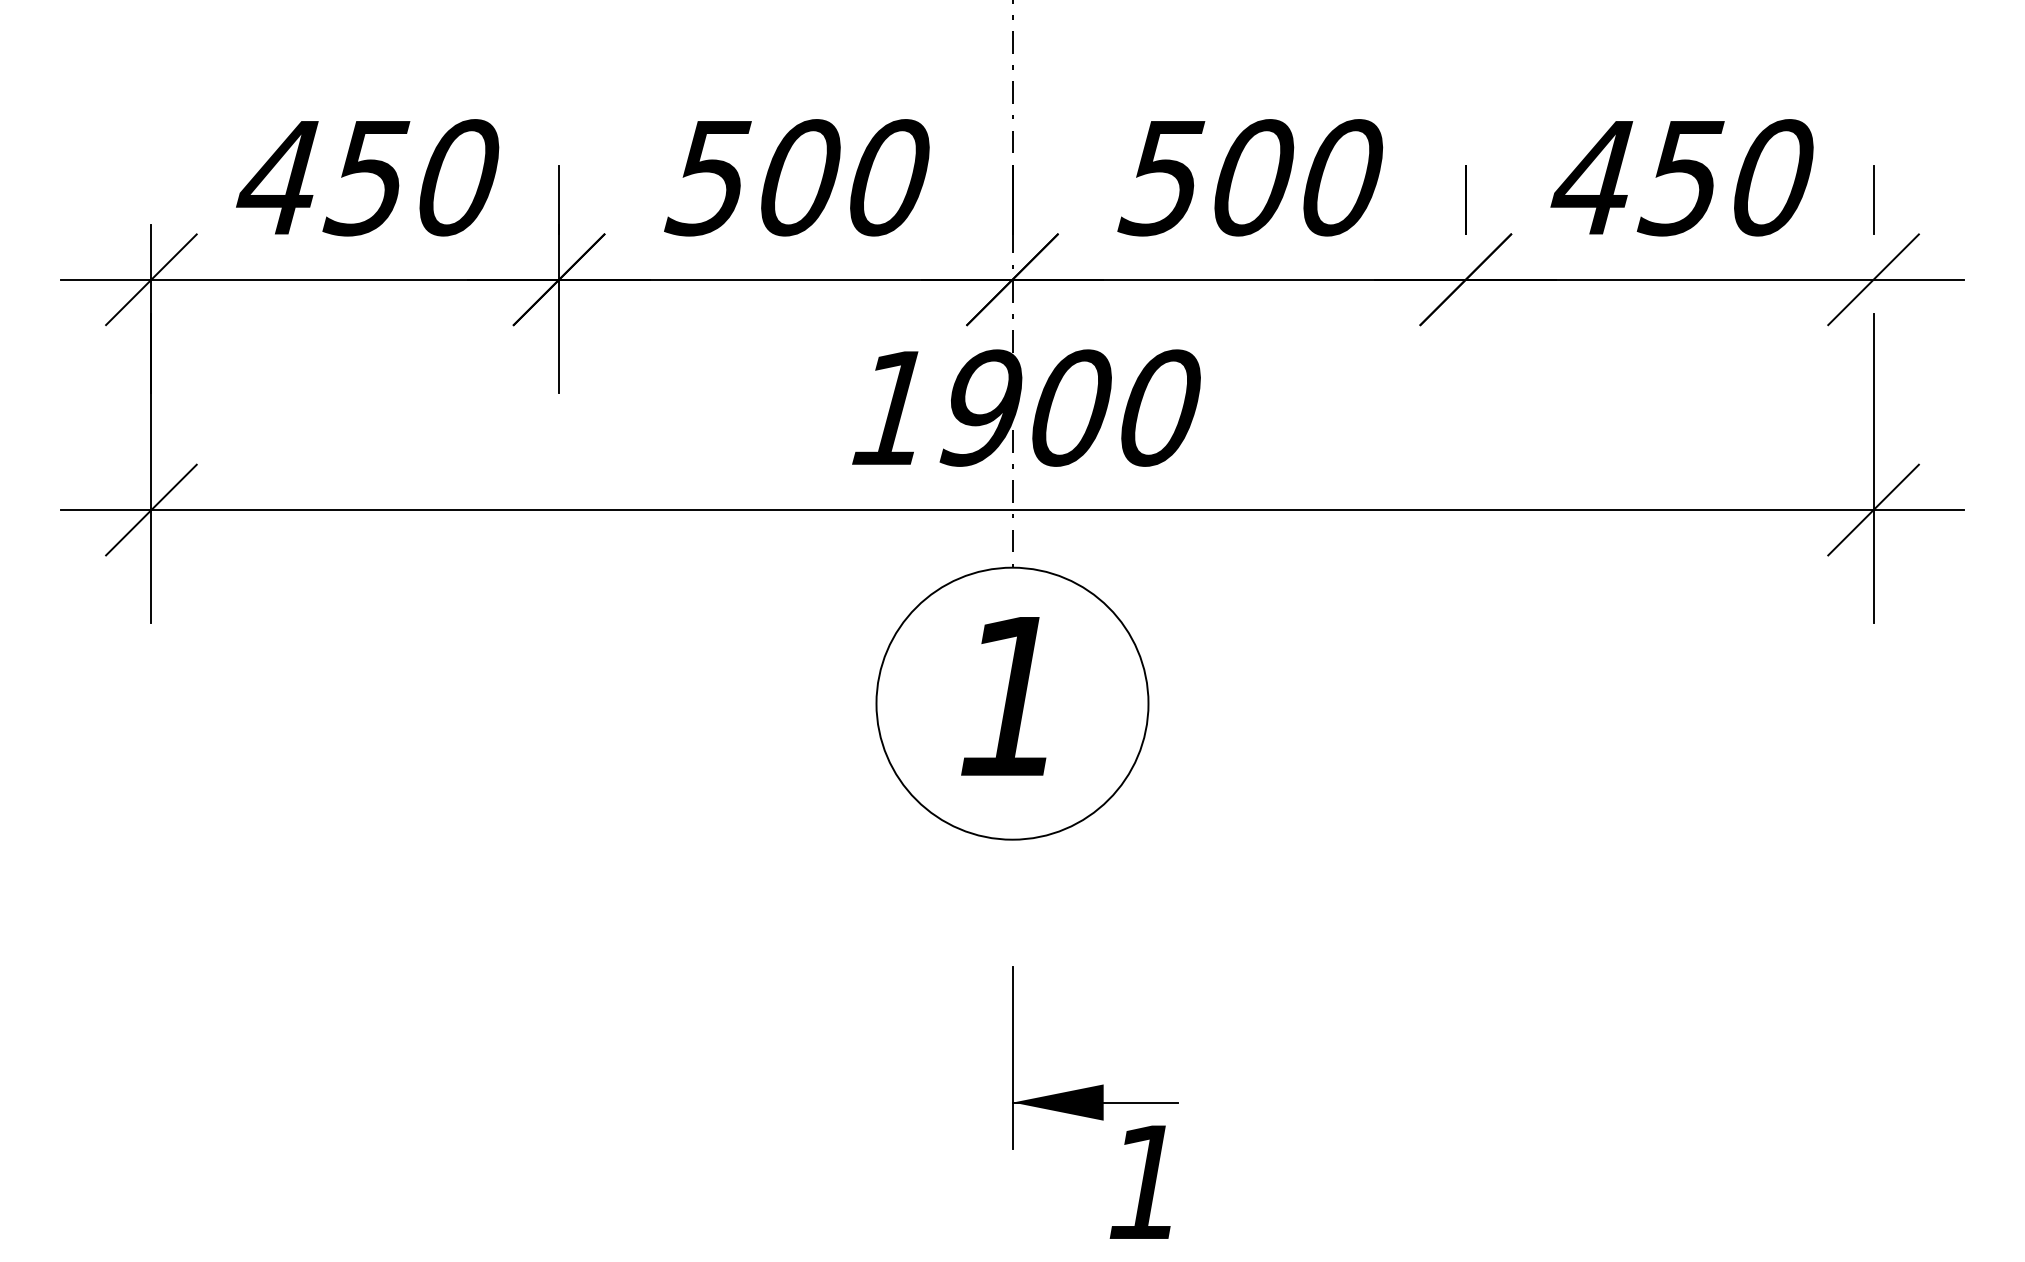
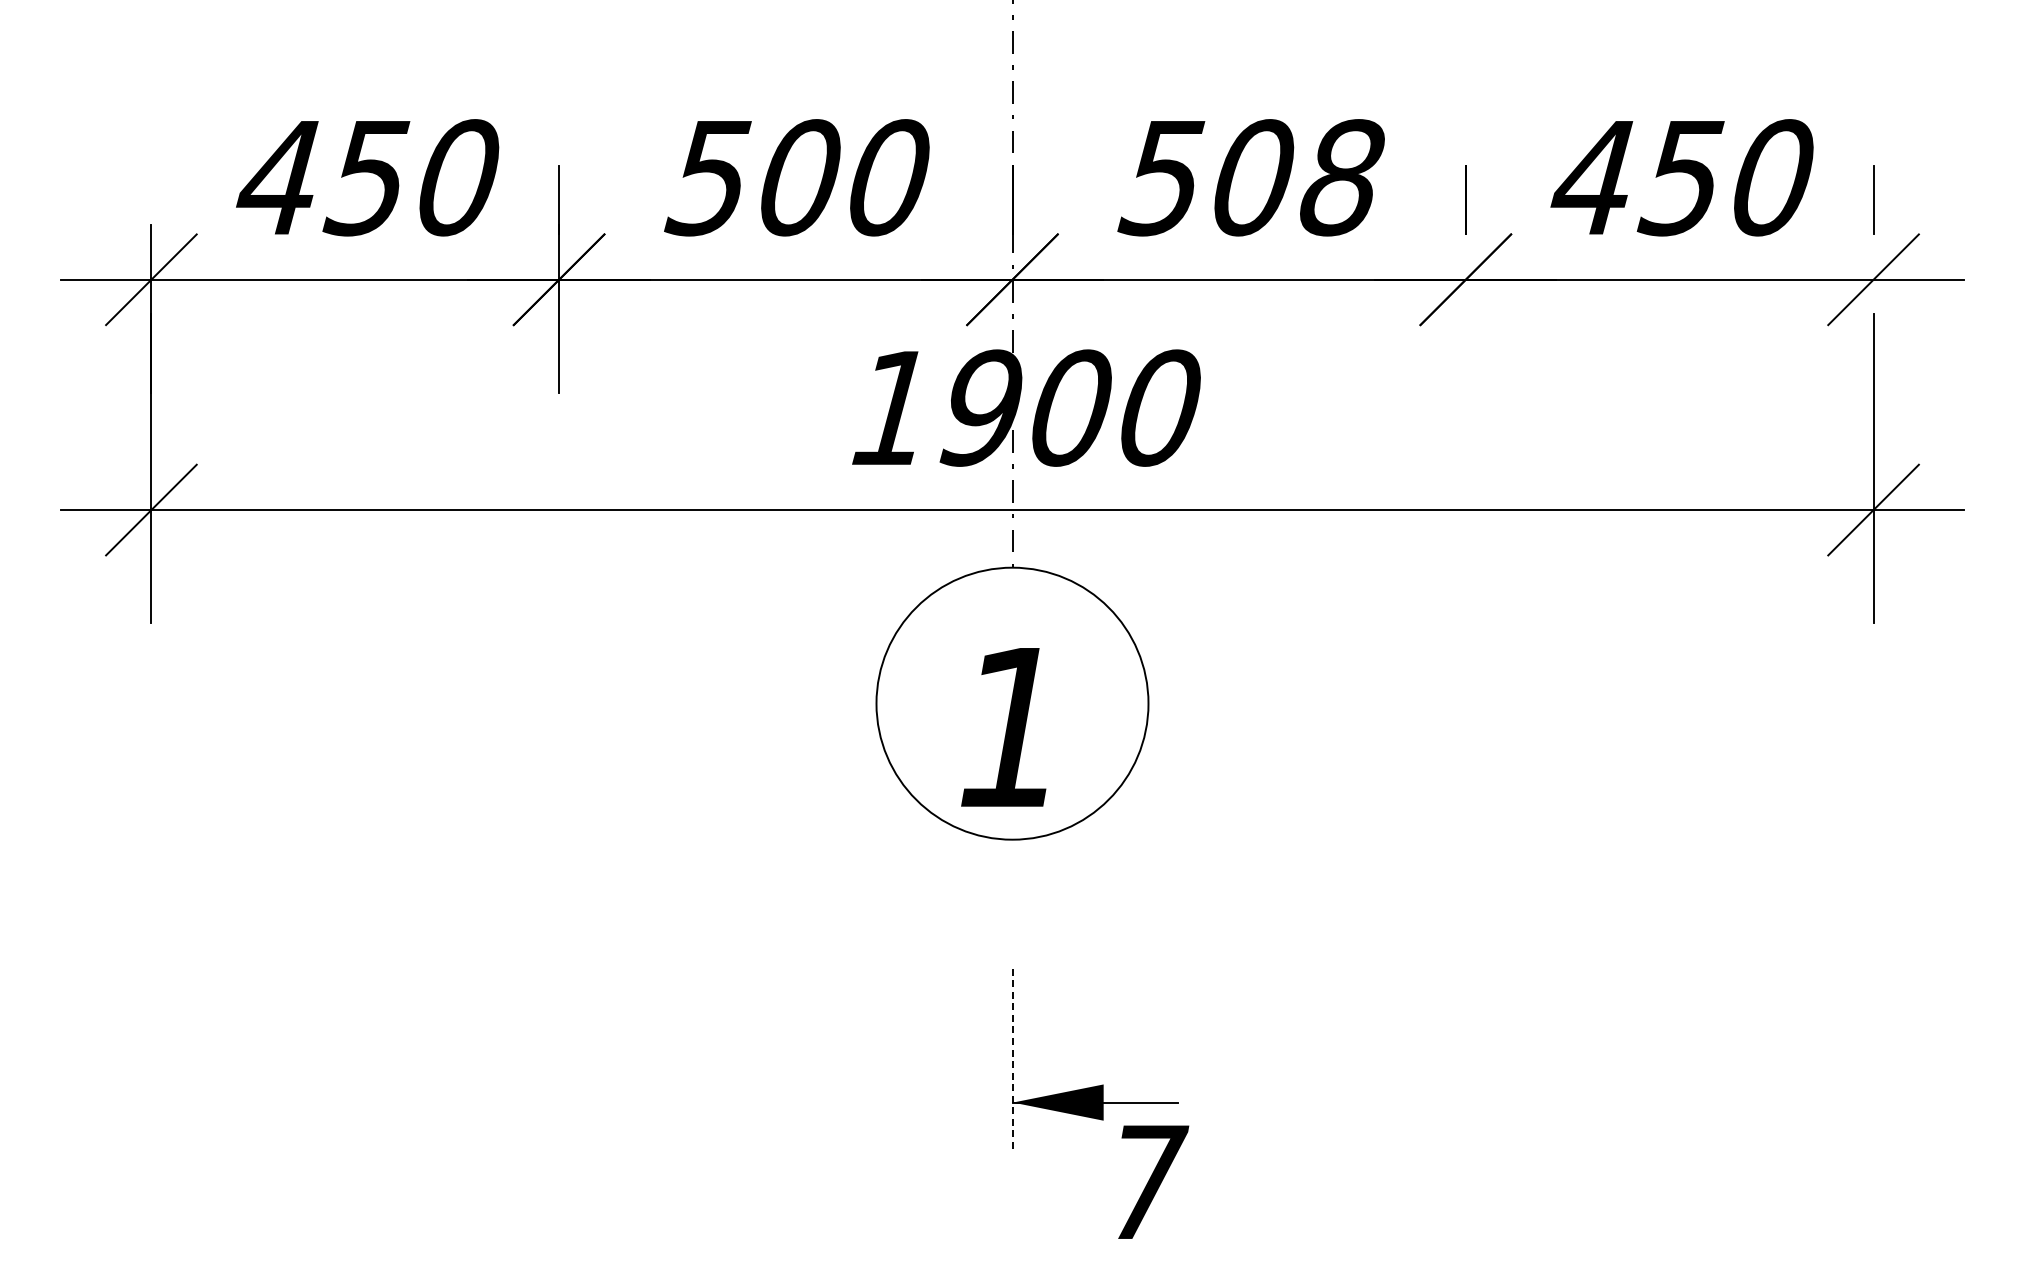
text at (1342, 177): 500 -> 508
text at (1003, 696) position: (1003, 696) -> (1003, 727)
line at (1012, 1058): solid -> dashed
text at (1149, 1181): 1 -> 7
